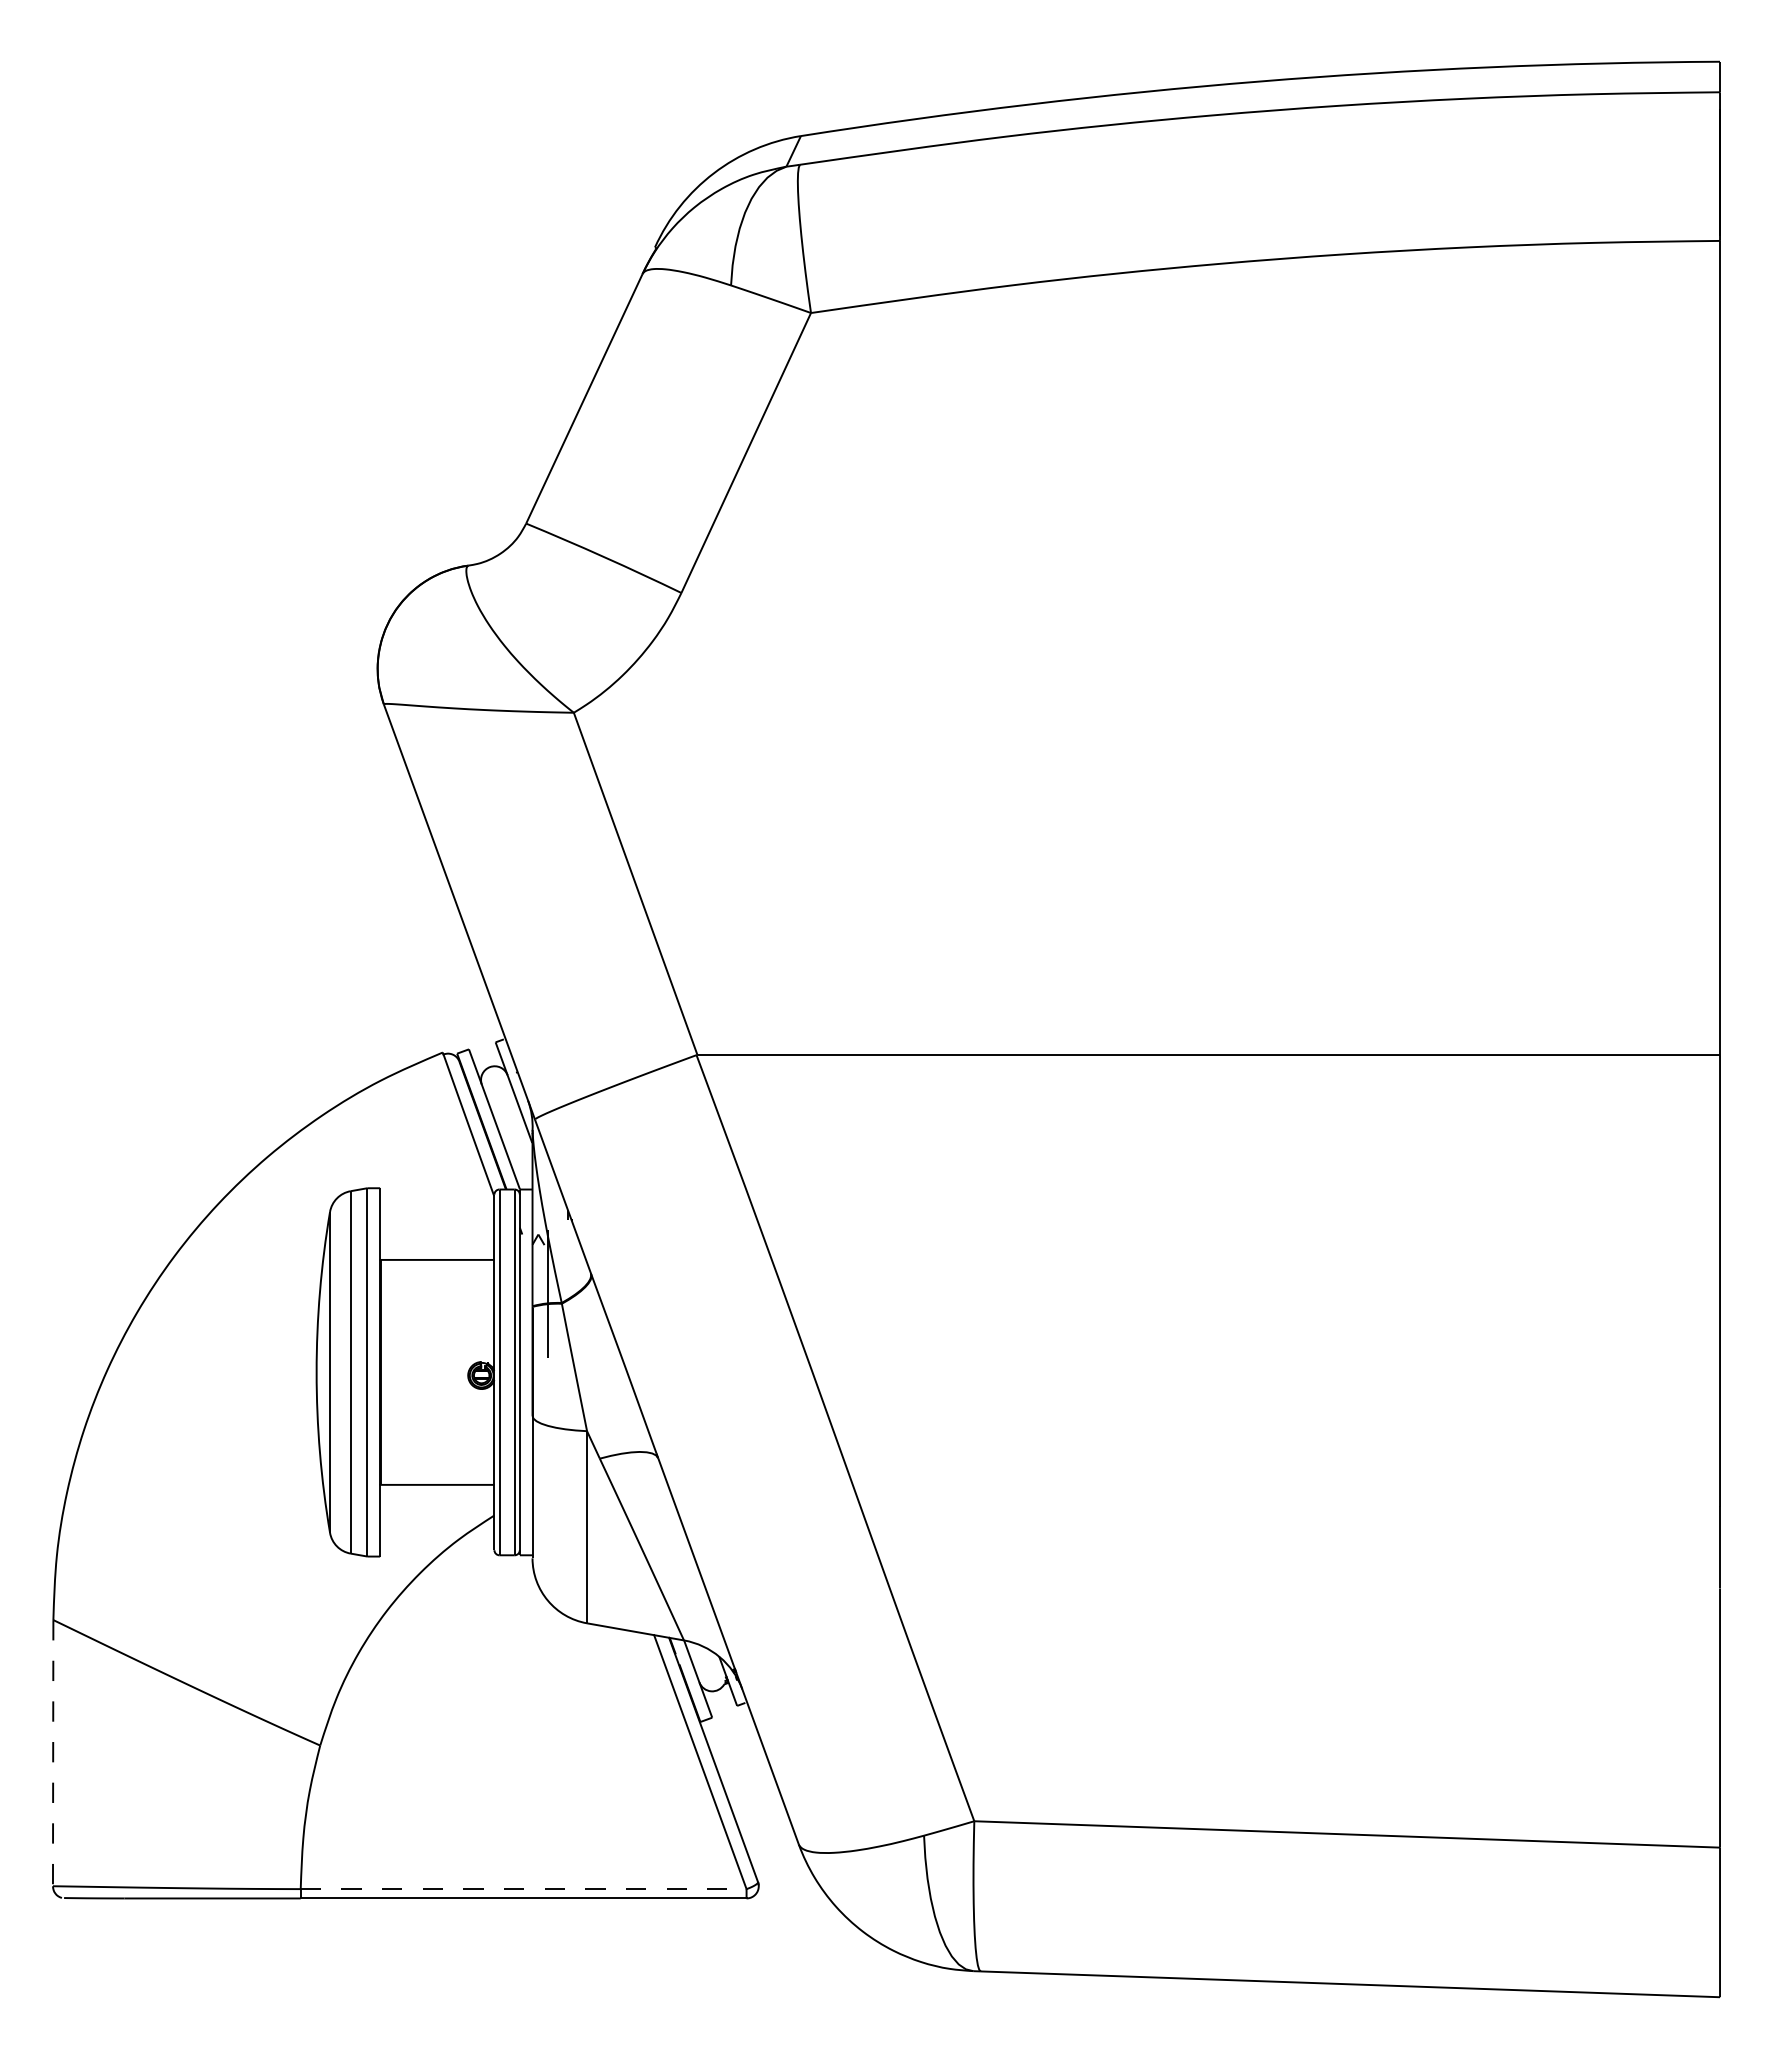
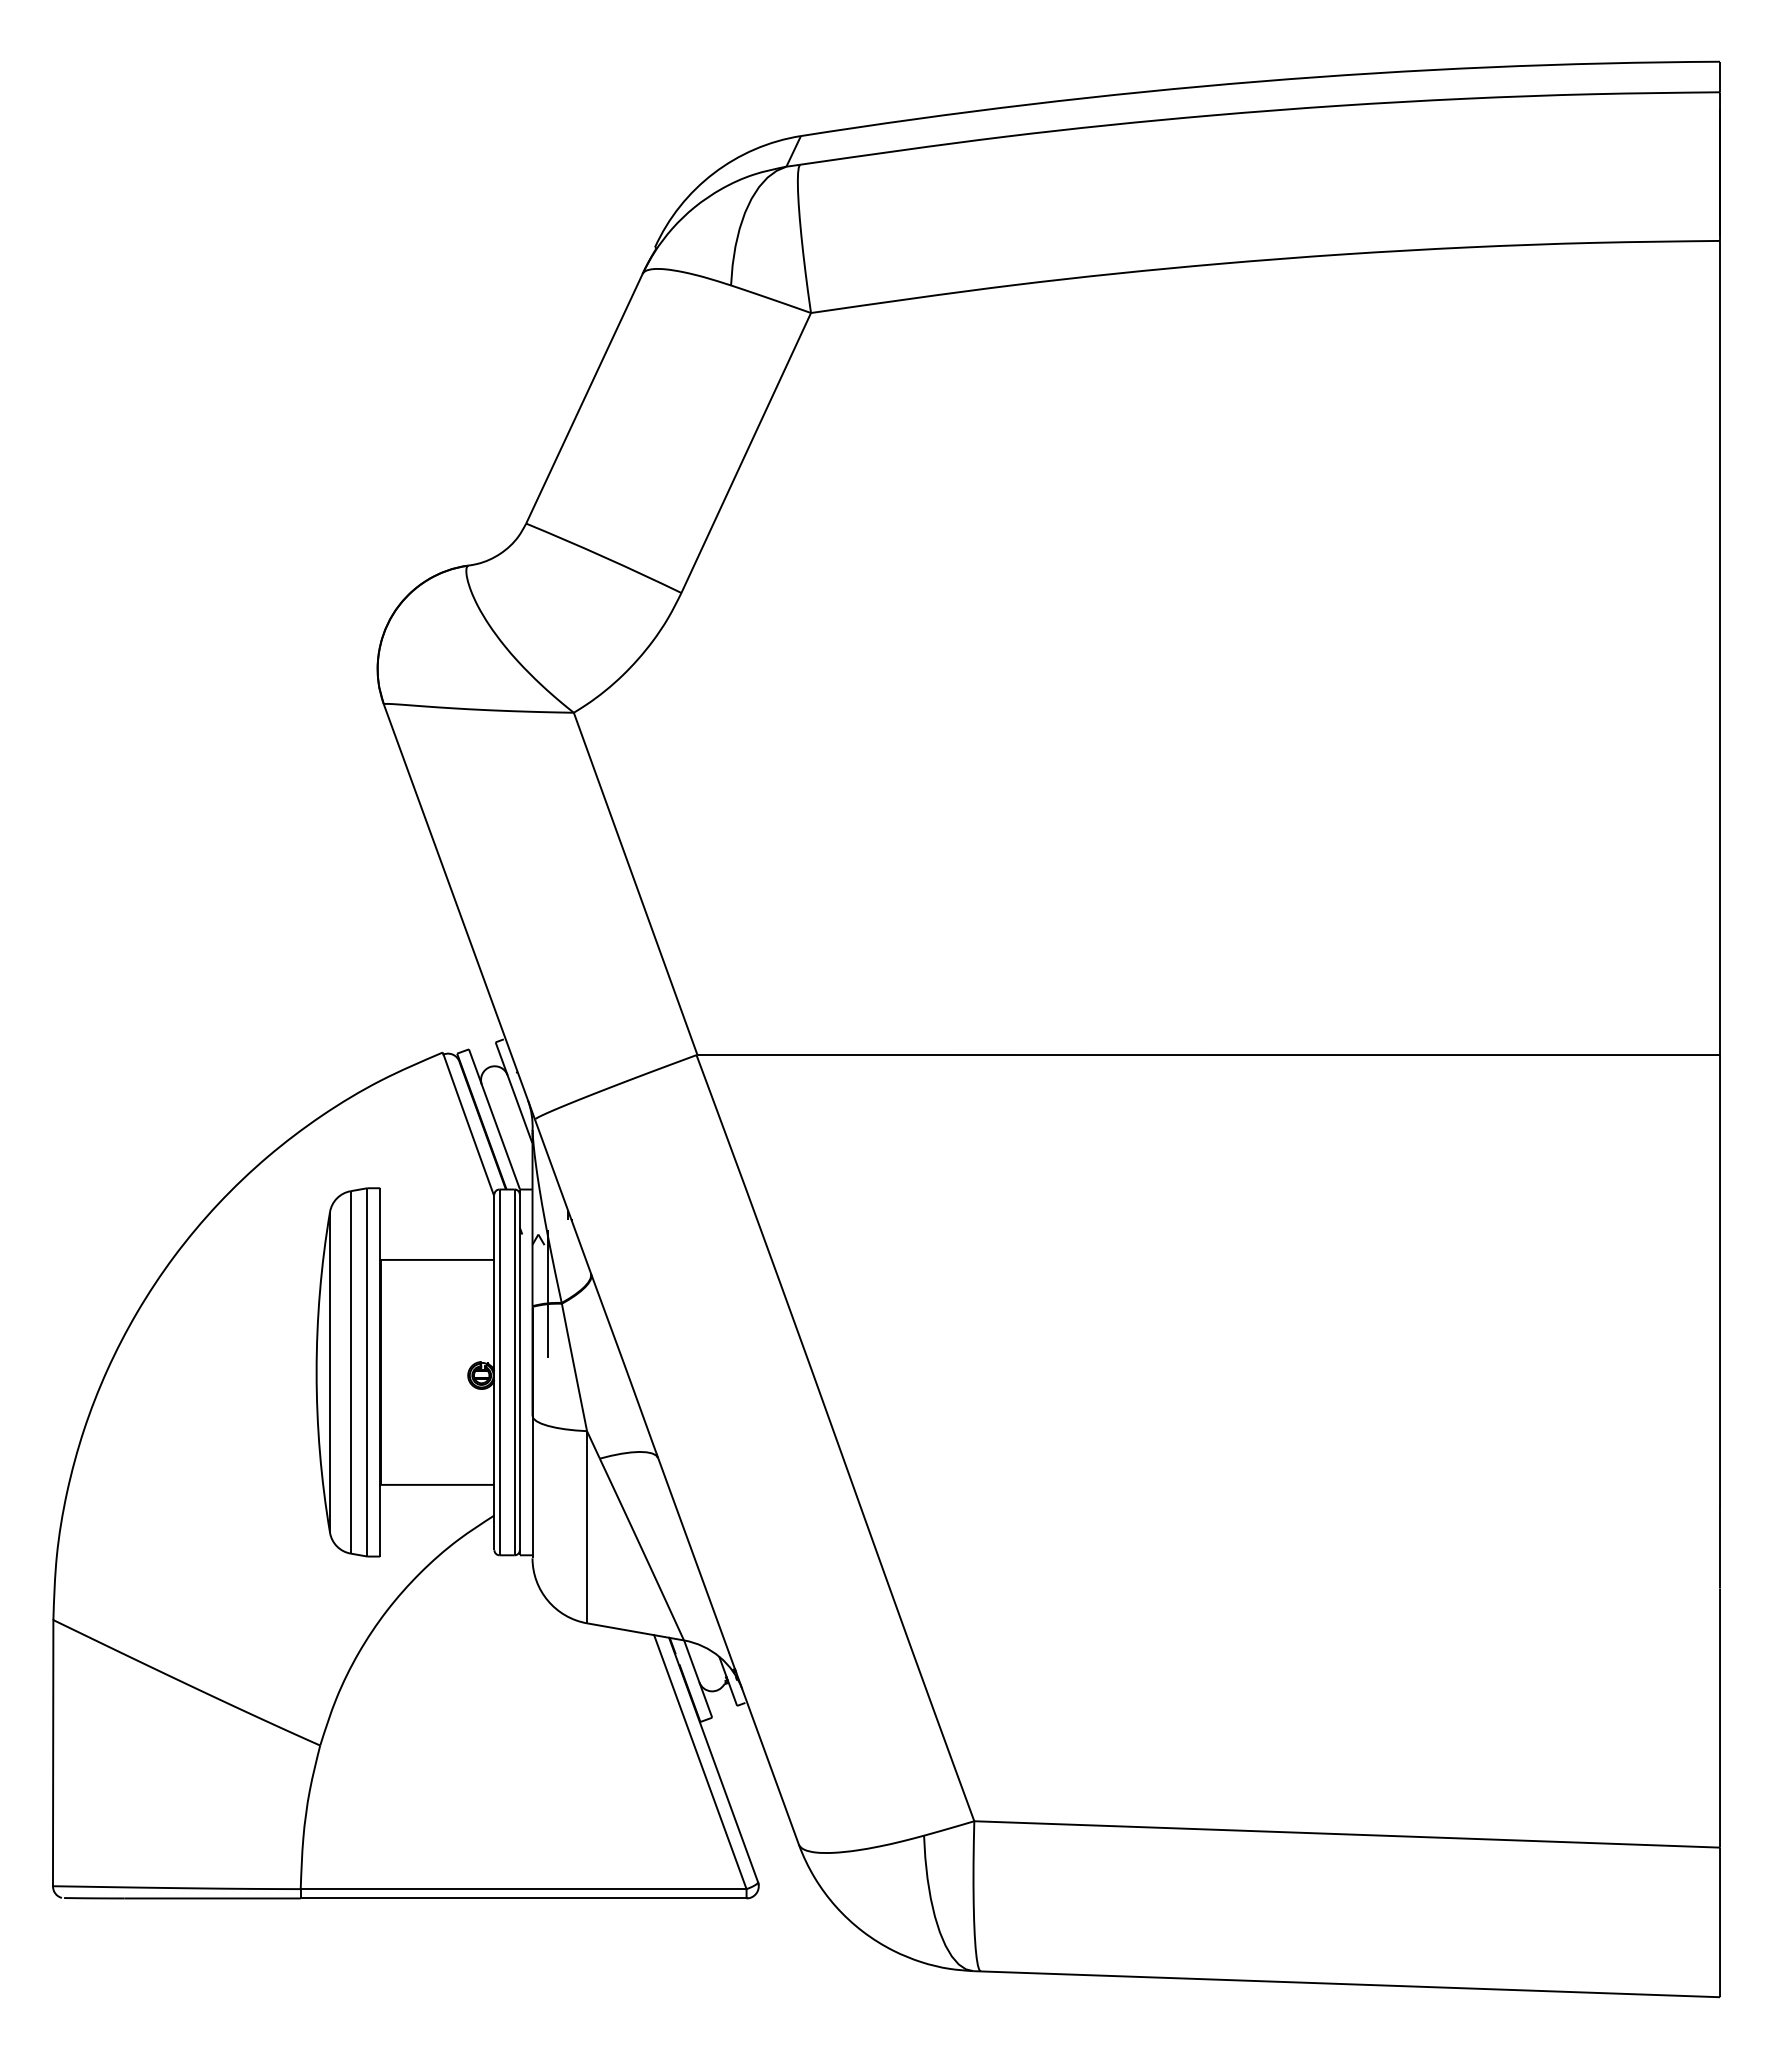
line at (53, 1753): dashed -> solid
line at (523, 1889): dashed -> solid
